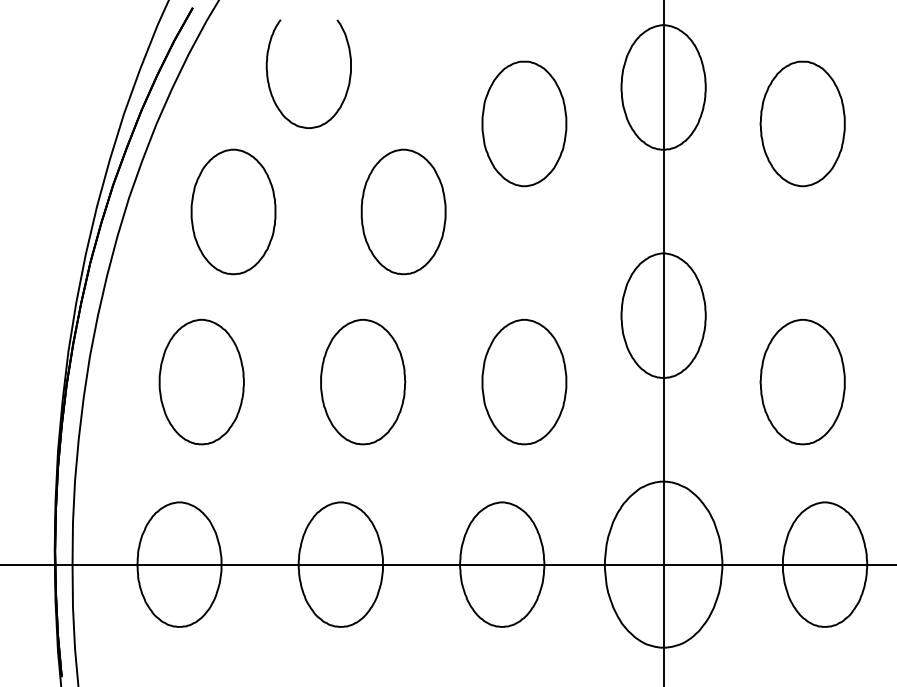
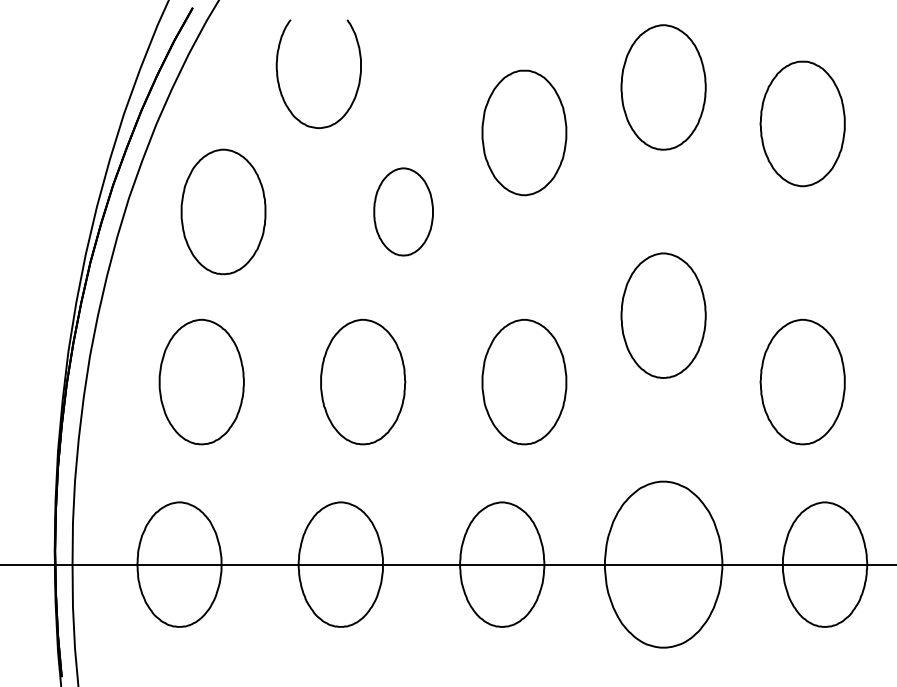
curve at (268, 73) position: (268, 73) -> (278, 73)
part at (524, 123) position: (524, 123) -> (524, 132)
part at (233, 211) position: (233, 211) -> (223, 211)
part at (403, 211) size: 87x128 px -> 61x90 px
line at (663, 342): present -> none
